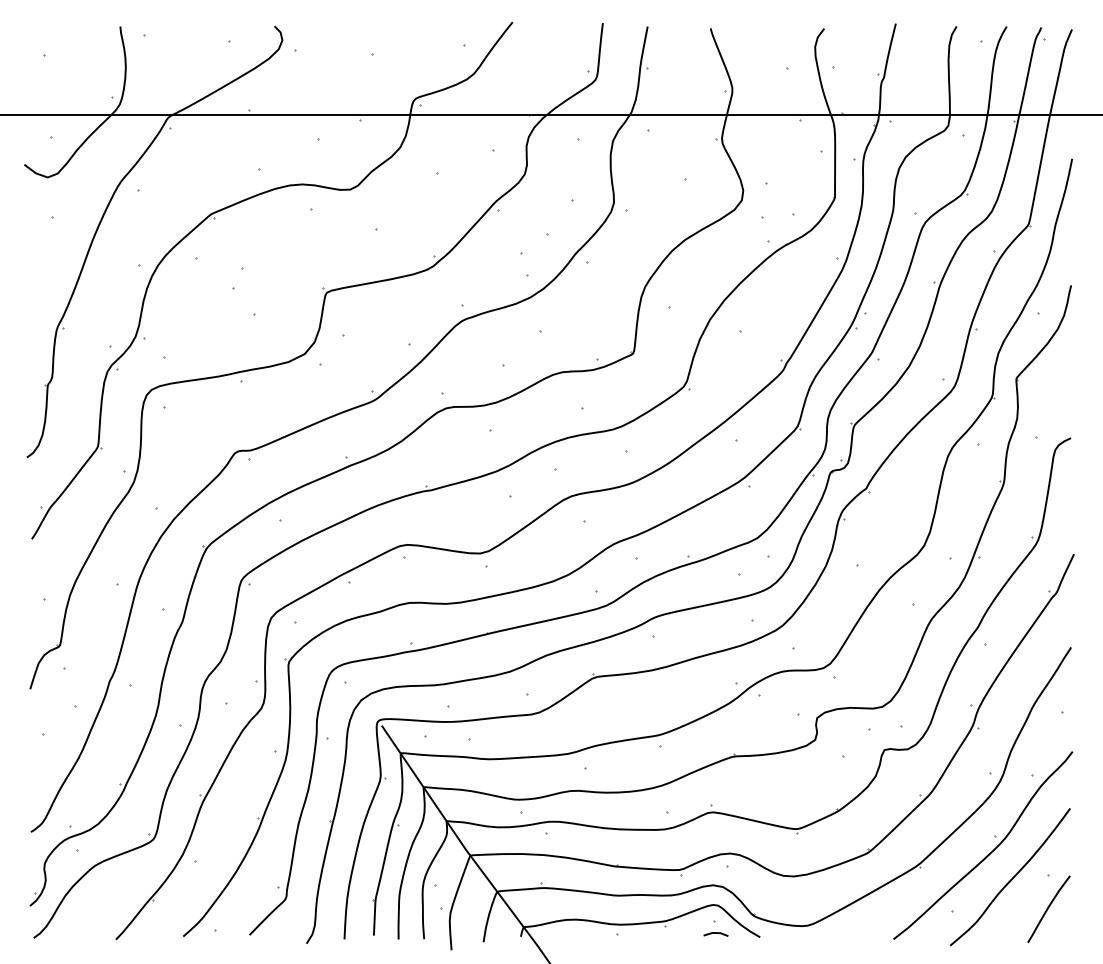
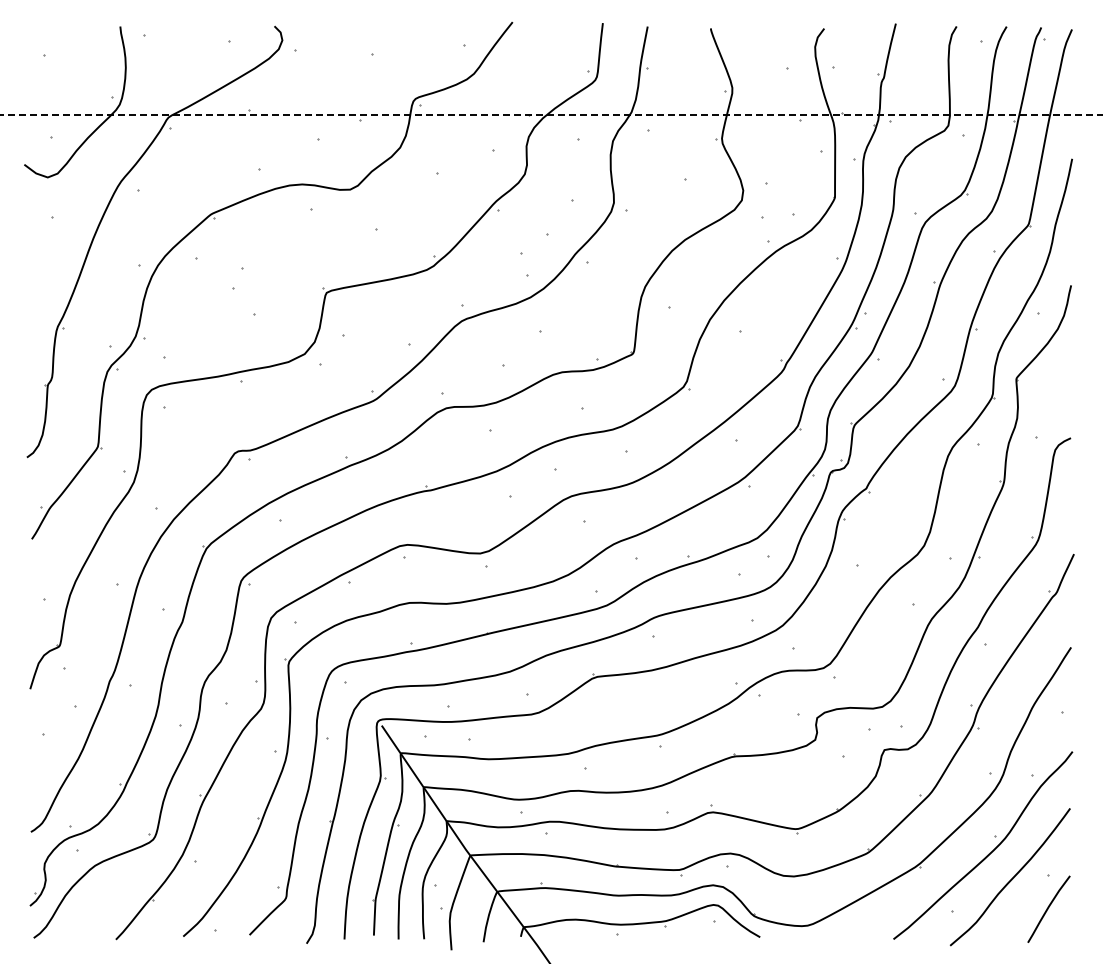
line at (550, 114): solid -> dashed
line at (715, 933): present -> none
